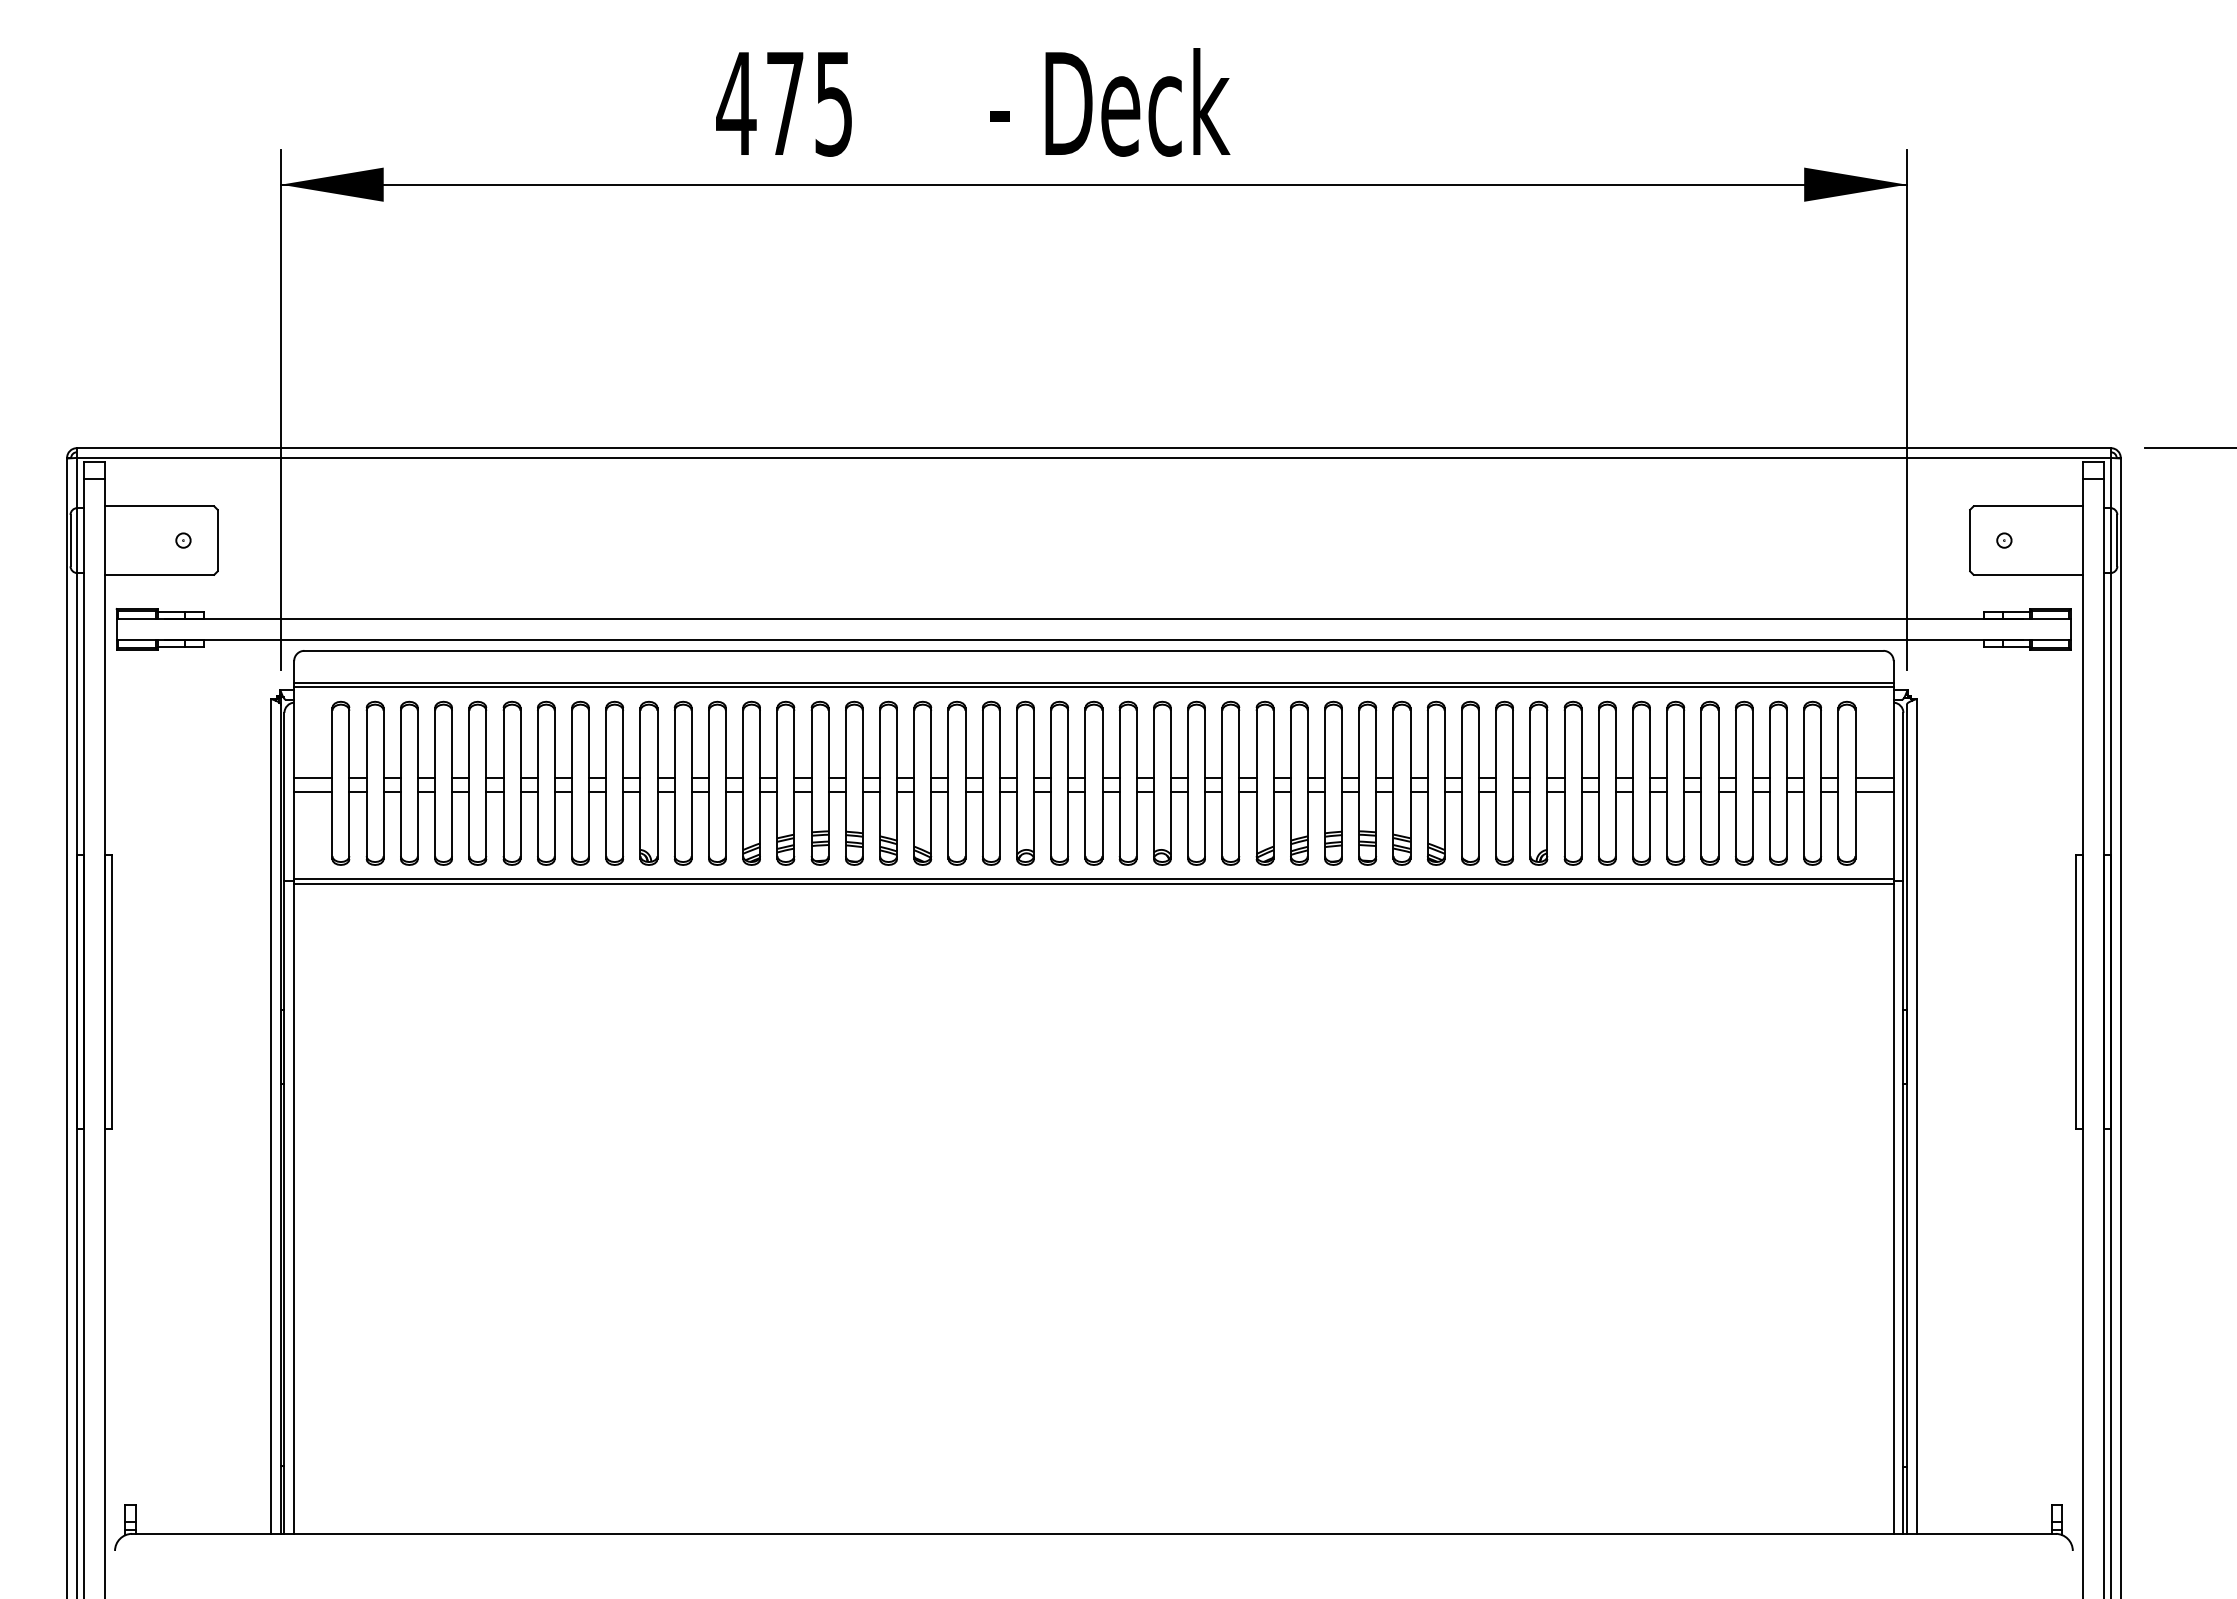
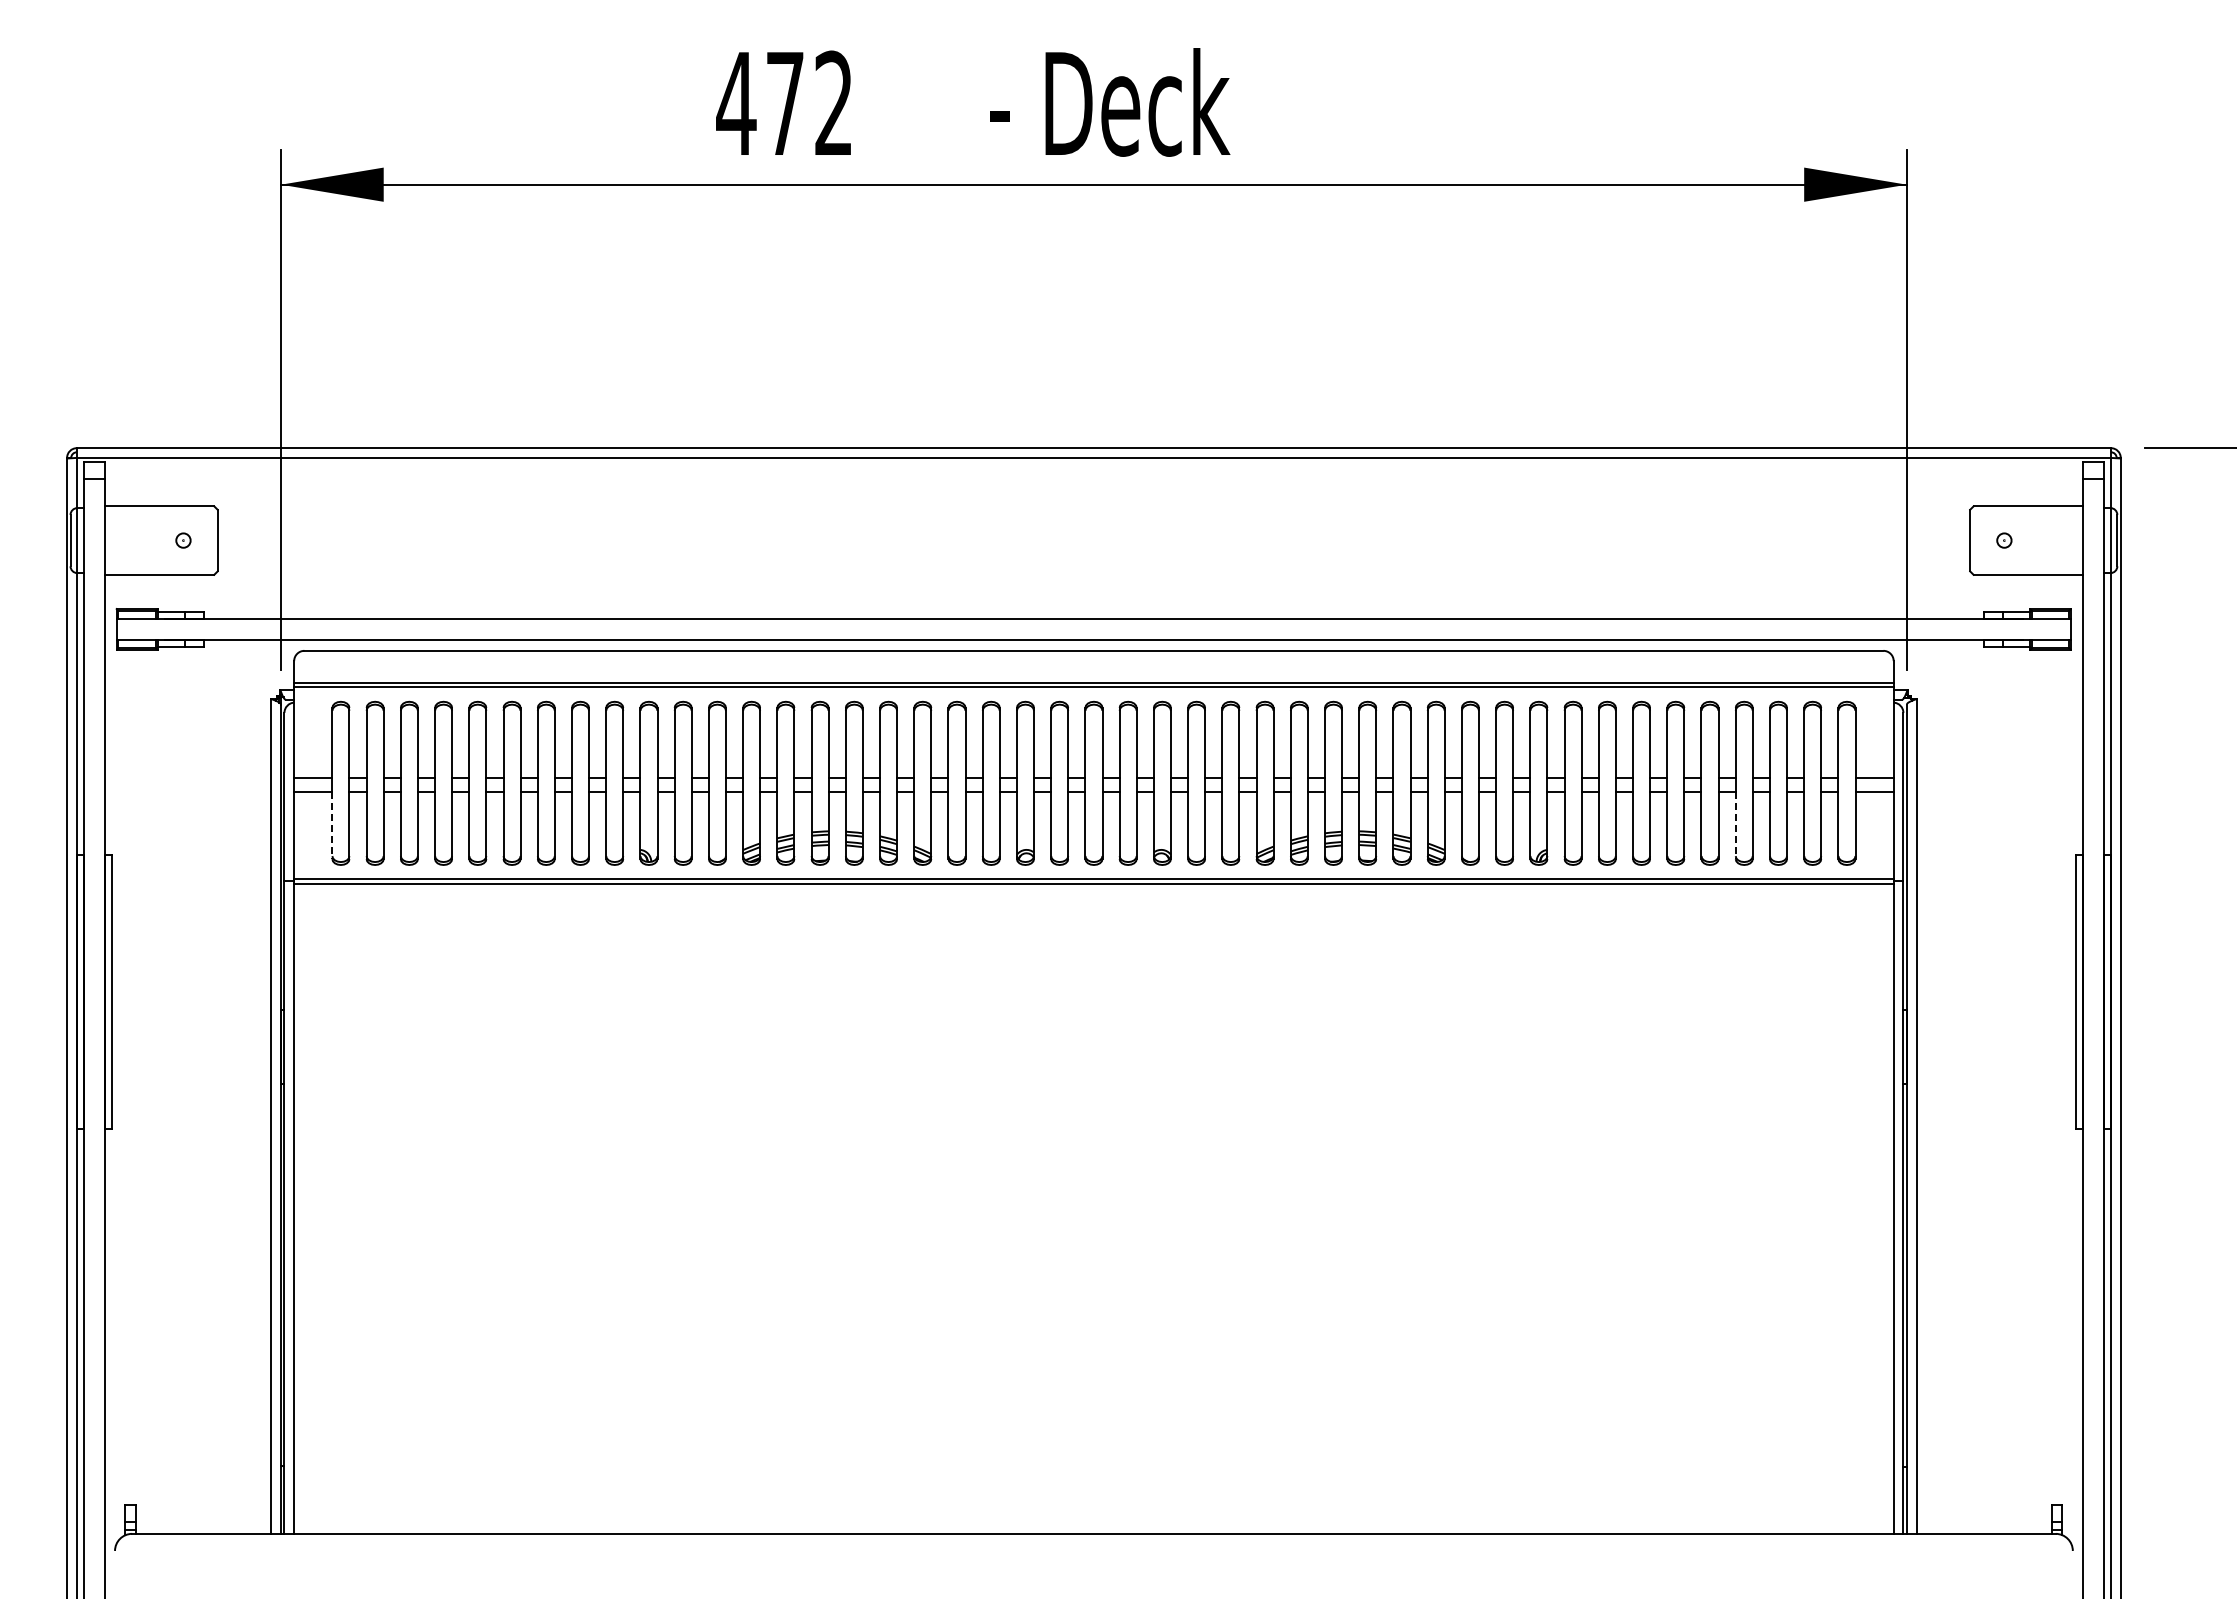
text at (833, 103): 475 -> 472
line at (332, 825): solid -> dashed
line at (1735, 825): solid -> dashed
